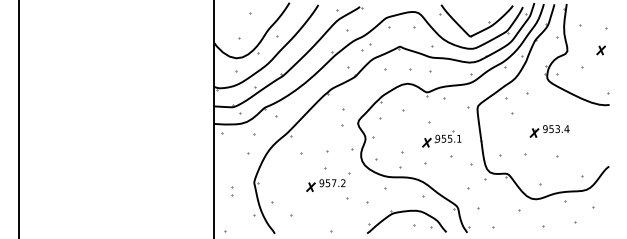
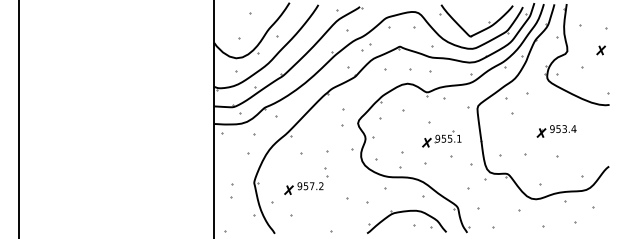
part at (549, 131) position: (549, 131) -> (556, 131)
part at (328, 181) position: (328, 181) -> (306, 184)
part at (232, 191) size: 3x11 px -> 4x16 px
